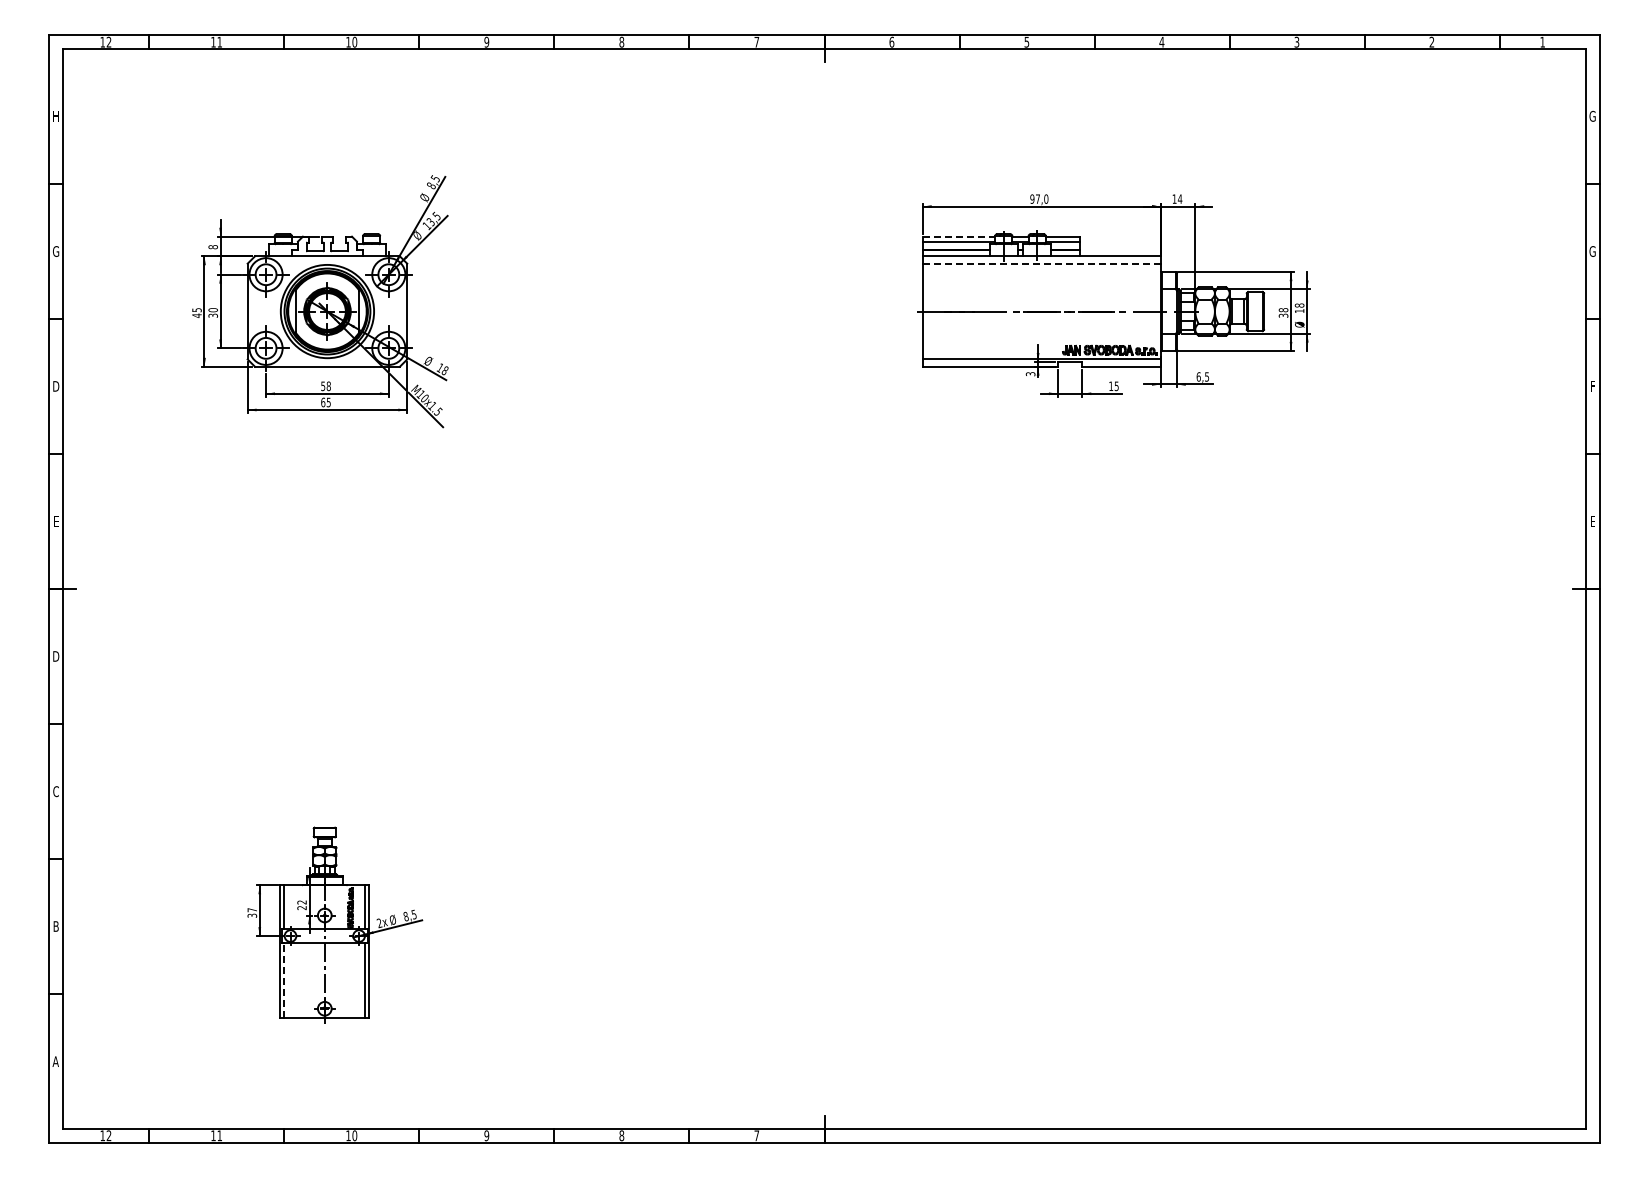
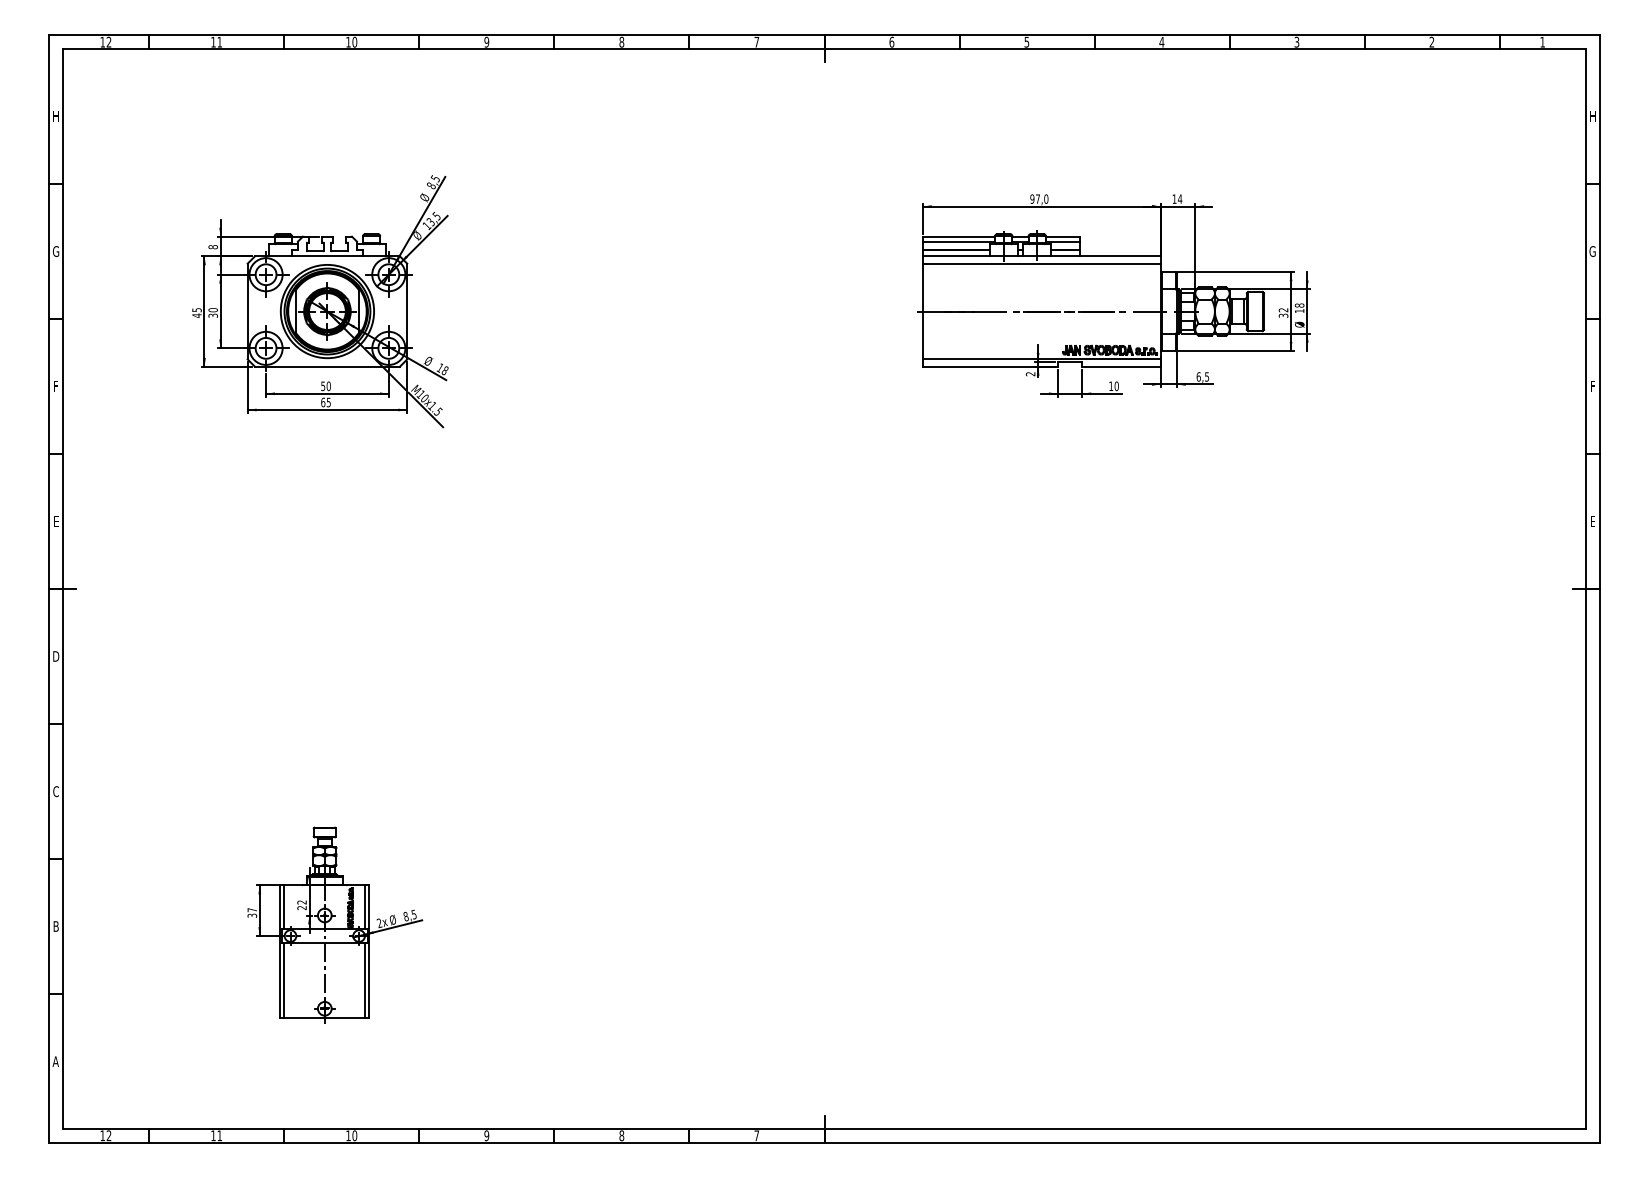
text at (1592, 115): G -> H
line at (959, 236): dashed -> solid
line at (1042, 263): dashed -> solid
text at (1283, 310): 38 -> 32
text at (1030, 374): 3 -> 2
text at (56, 386): D -> F
text at (328, 386): 58 -> 50
text at (1116, 386): 15 -> 10
line at (284, 980): dashed -> solid
